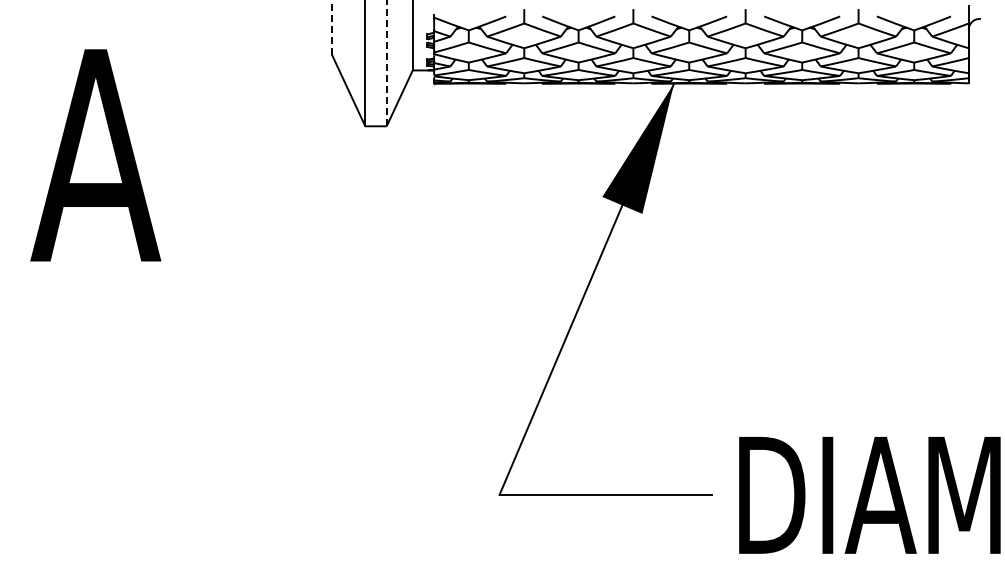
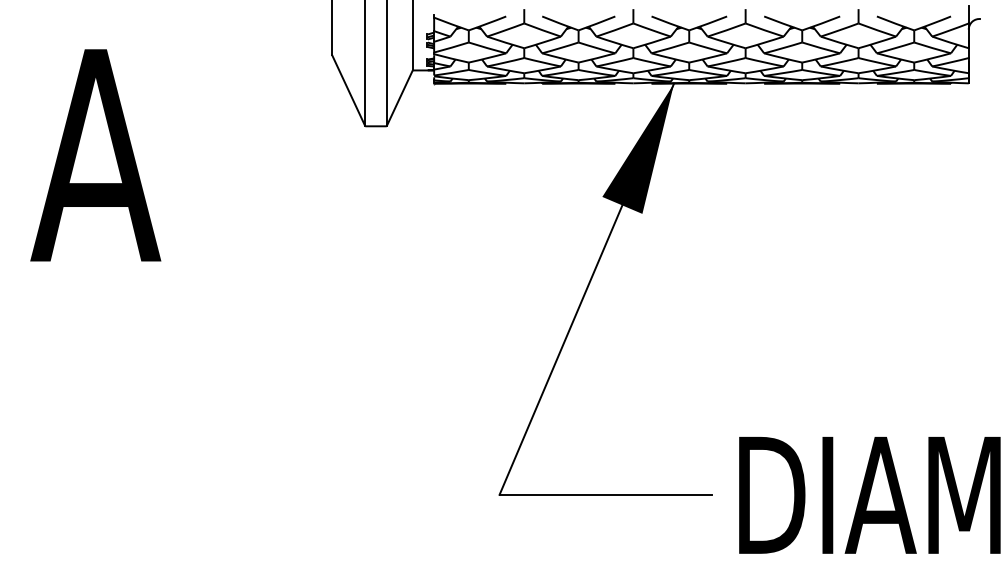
line at (331, 27): dashed -> solid
line at (386, 63): dashed -> solid
